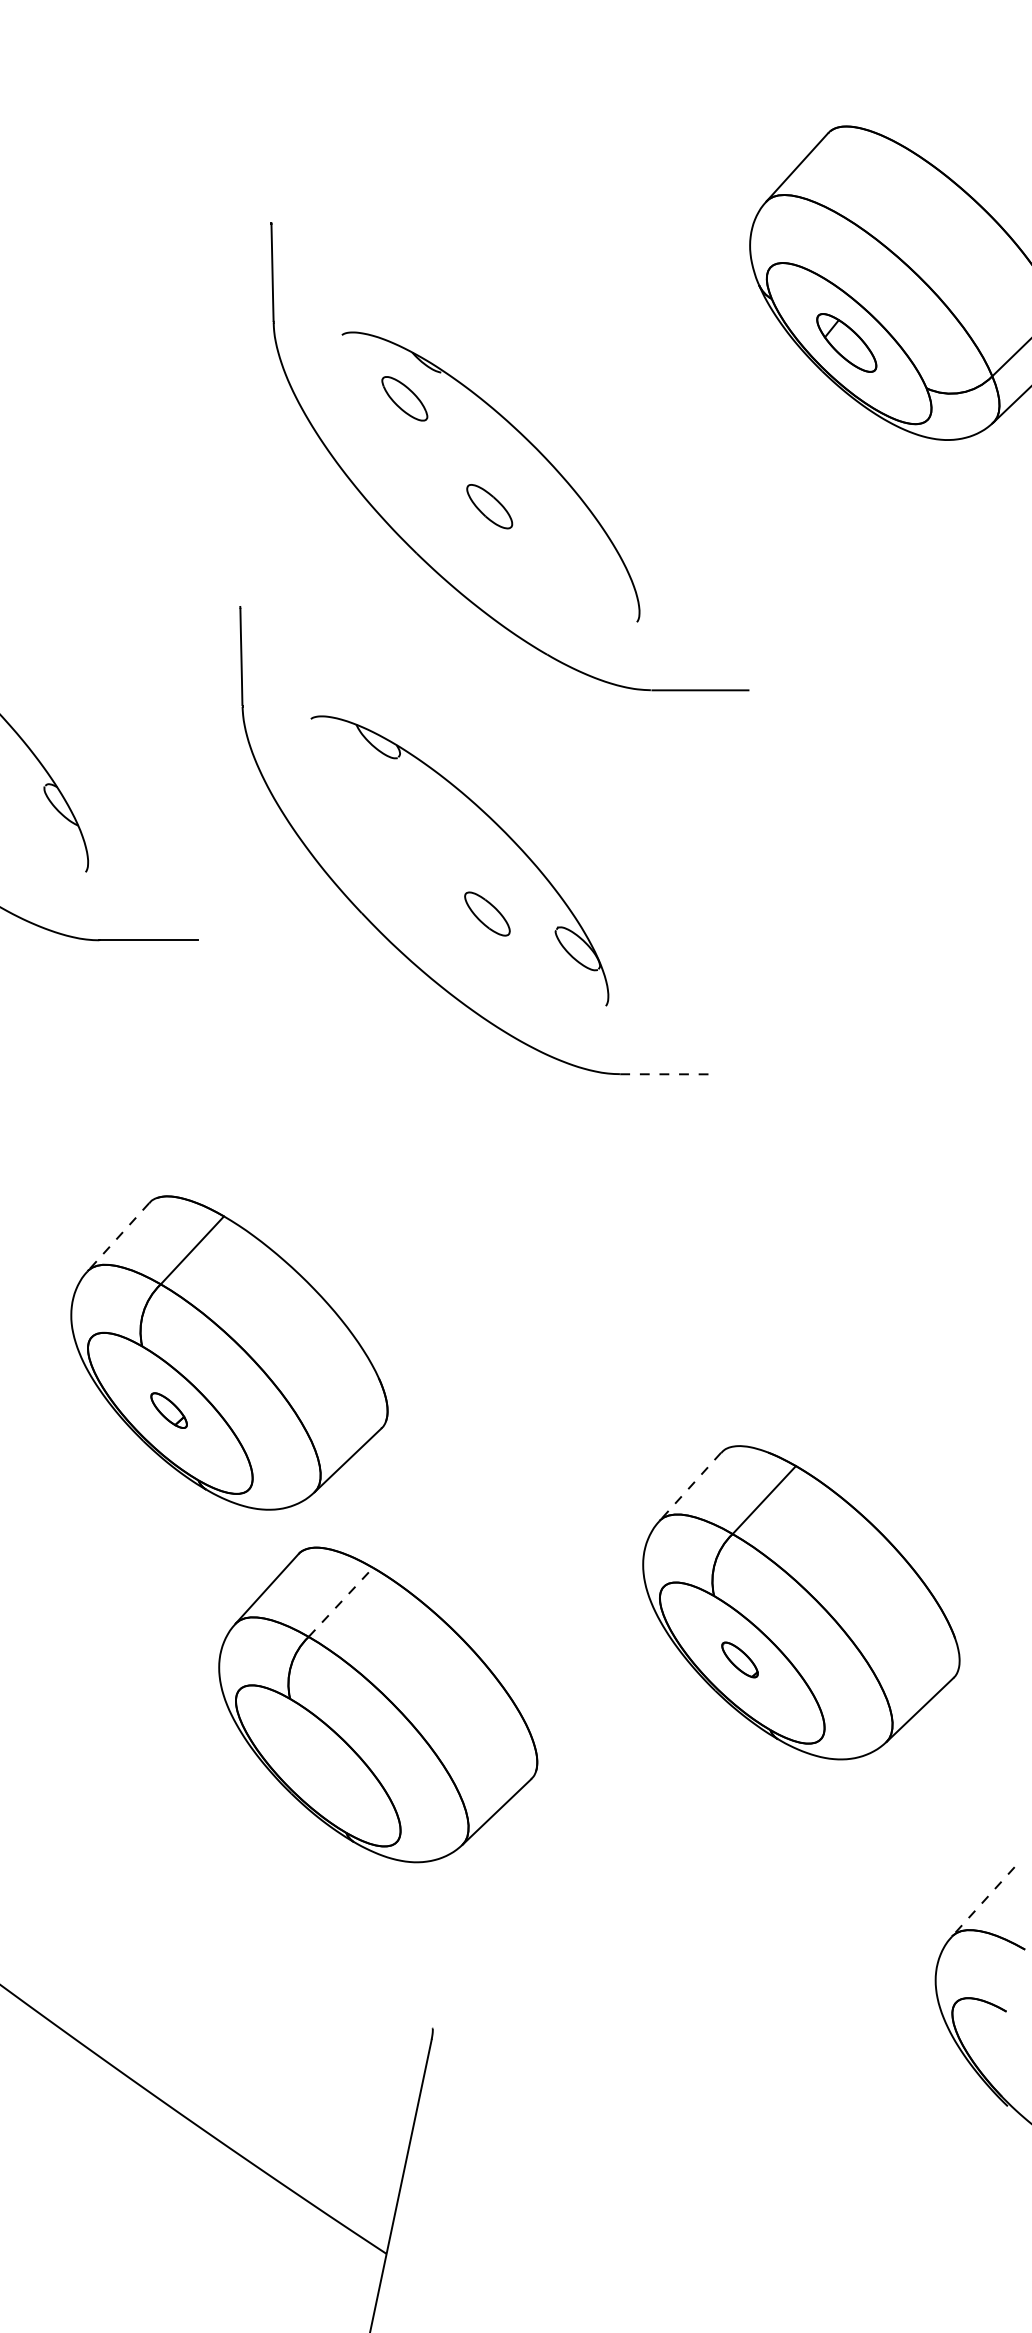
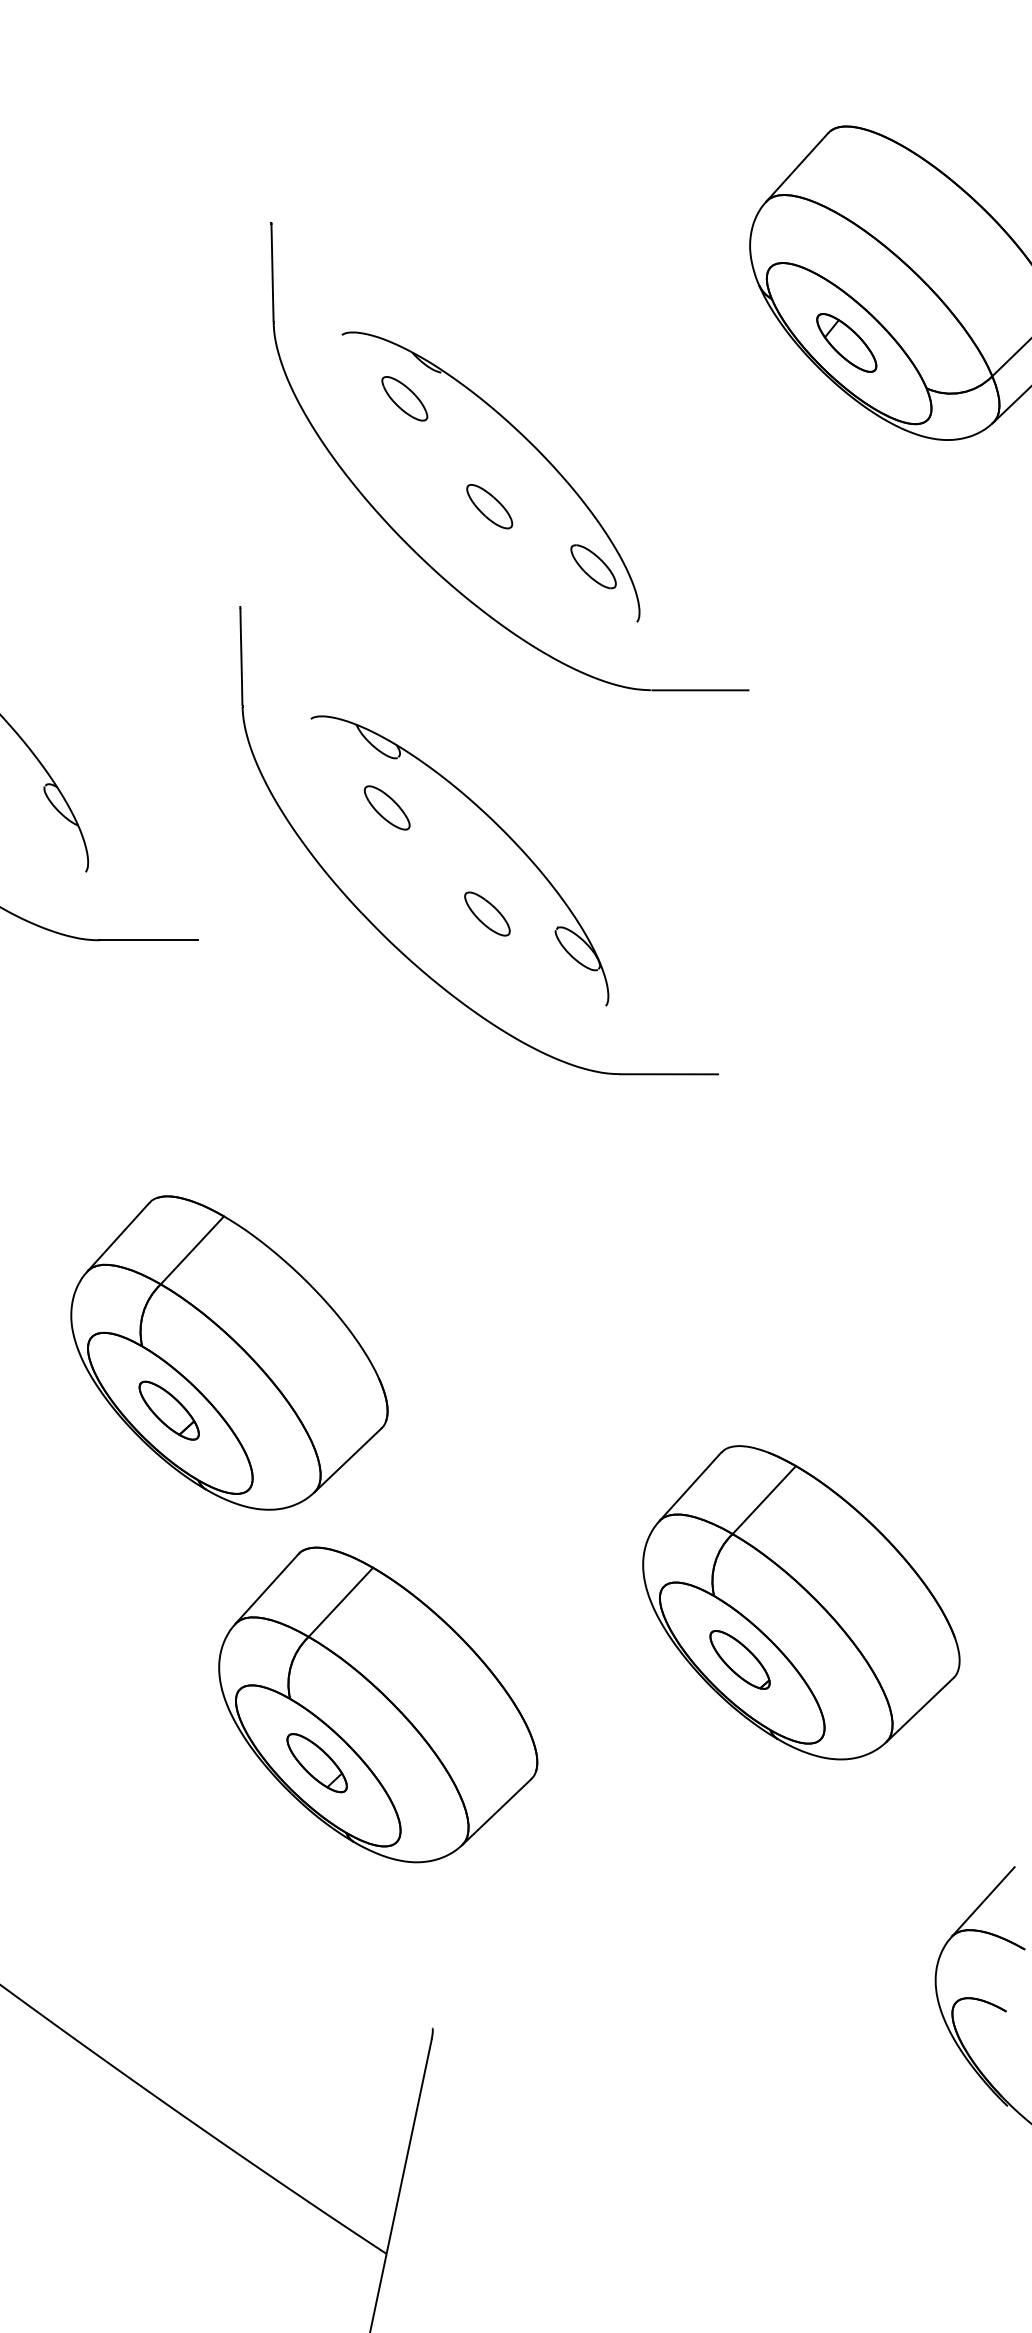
part at (593, 566): none -> present
part at (387, 807): none -> present
line at (669, 1074): dashed -> solid
line at (118, 1237): dashed -> solid
part at (168, 1410) size: 38x37 px -> 62x61 px
line at (690, 1486): dashed -> solid
line at (341, 1601): dashed -> solid
part at (739, 1659) size: 38x38 px -> 62x60 px
part at (316, 1763): none -> present
line at (983, 1901): dashed -> solid
